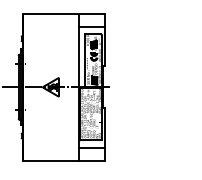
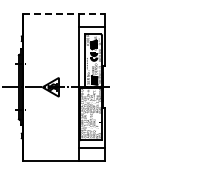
line at (64, 14): solid -> dashed
